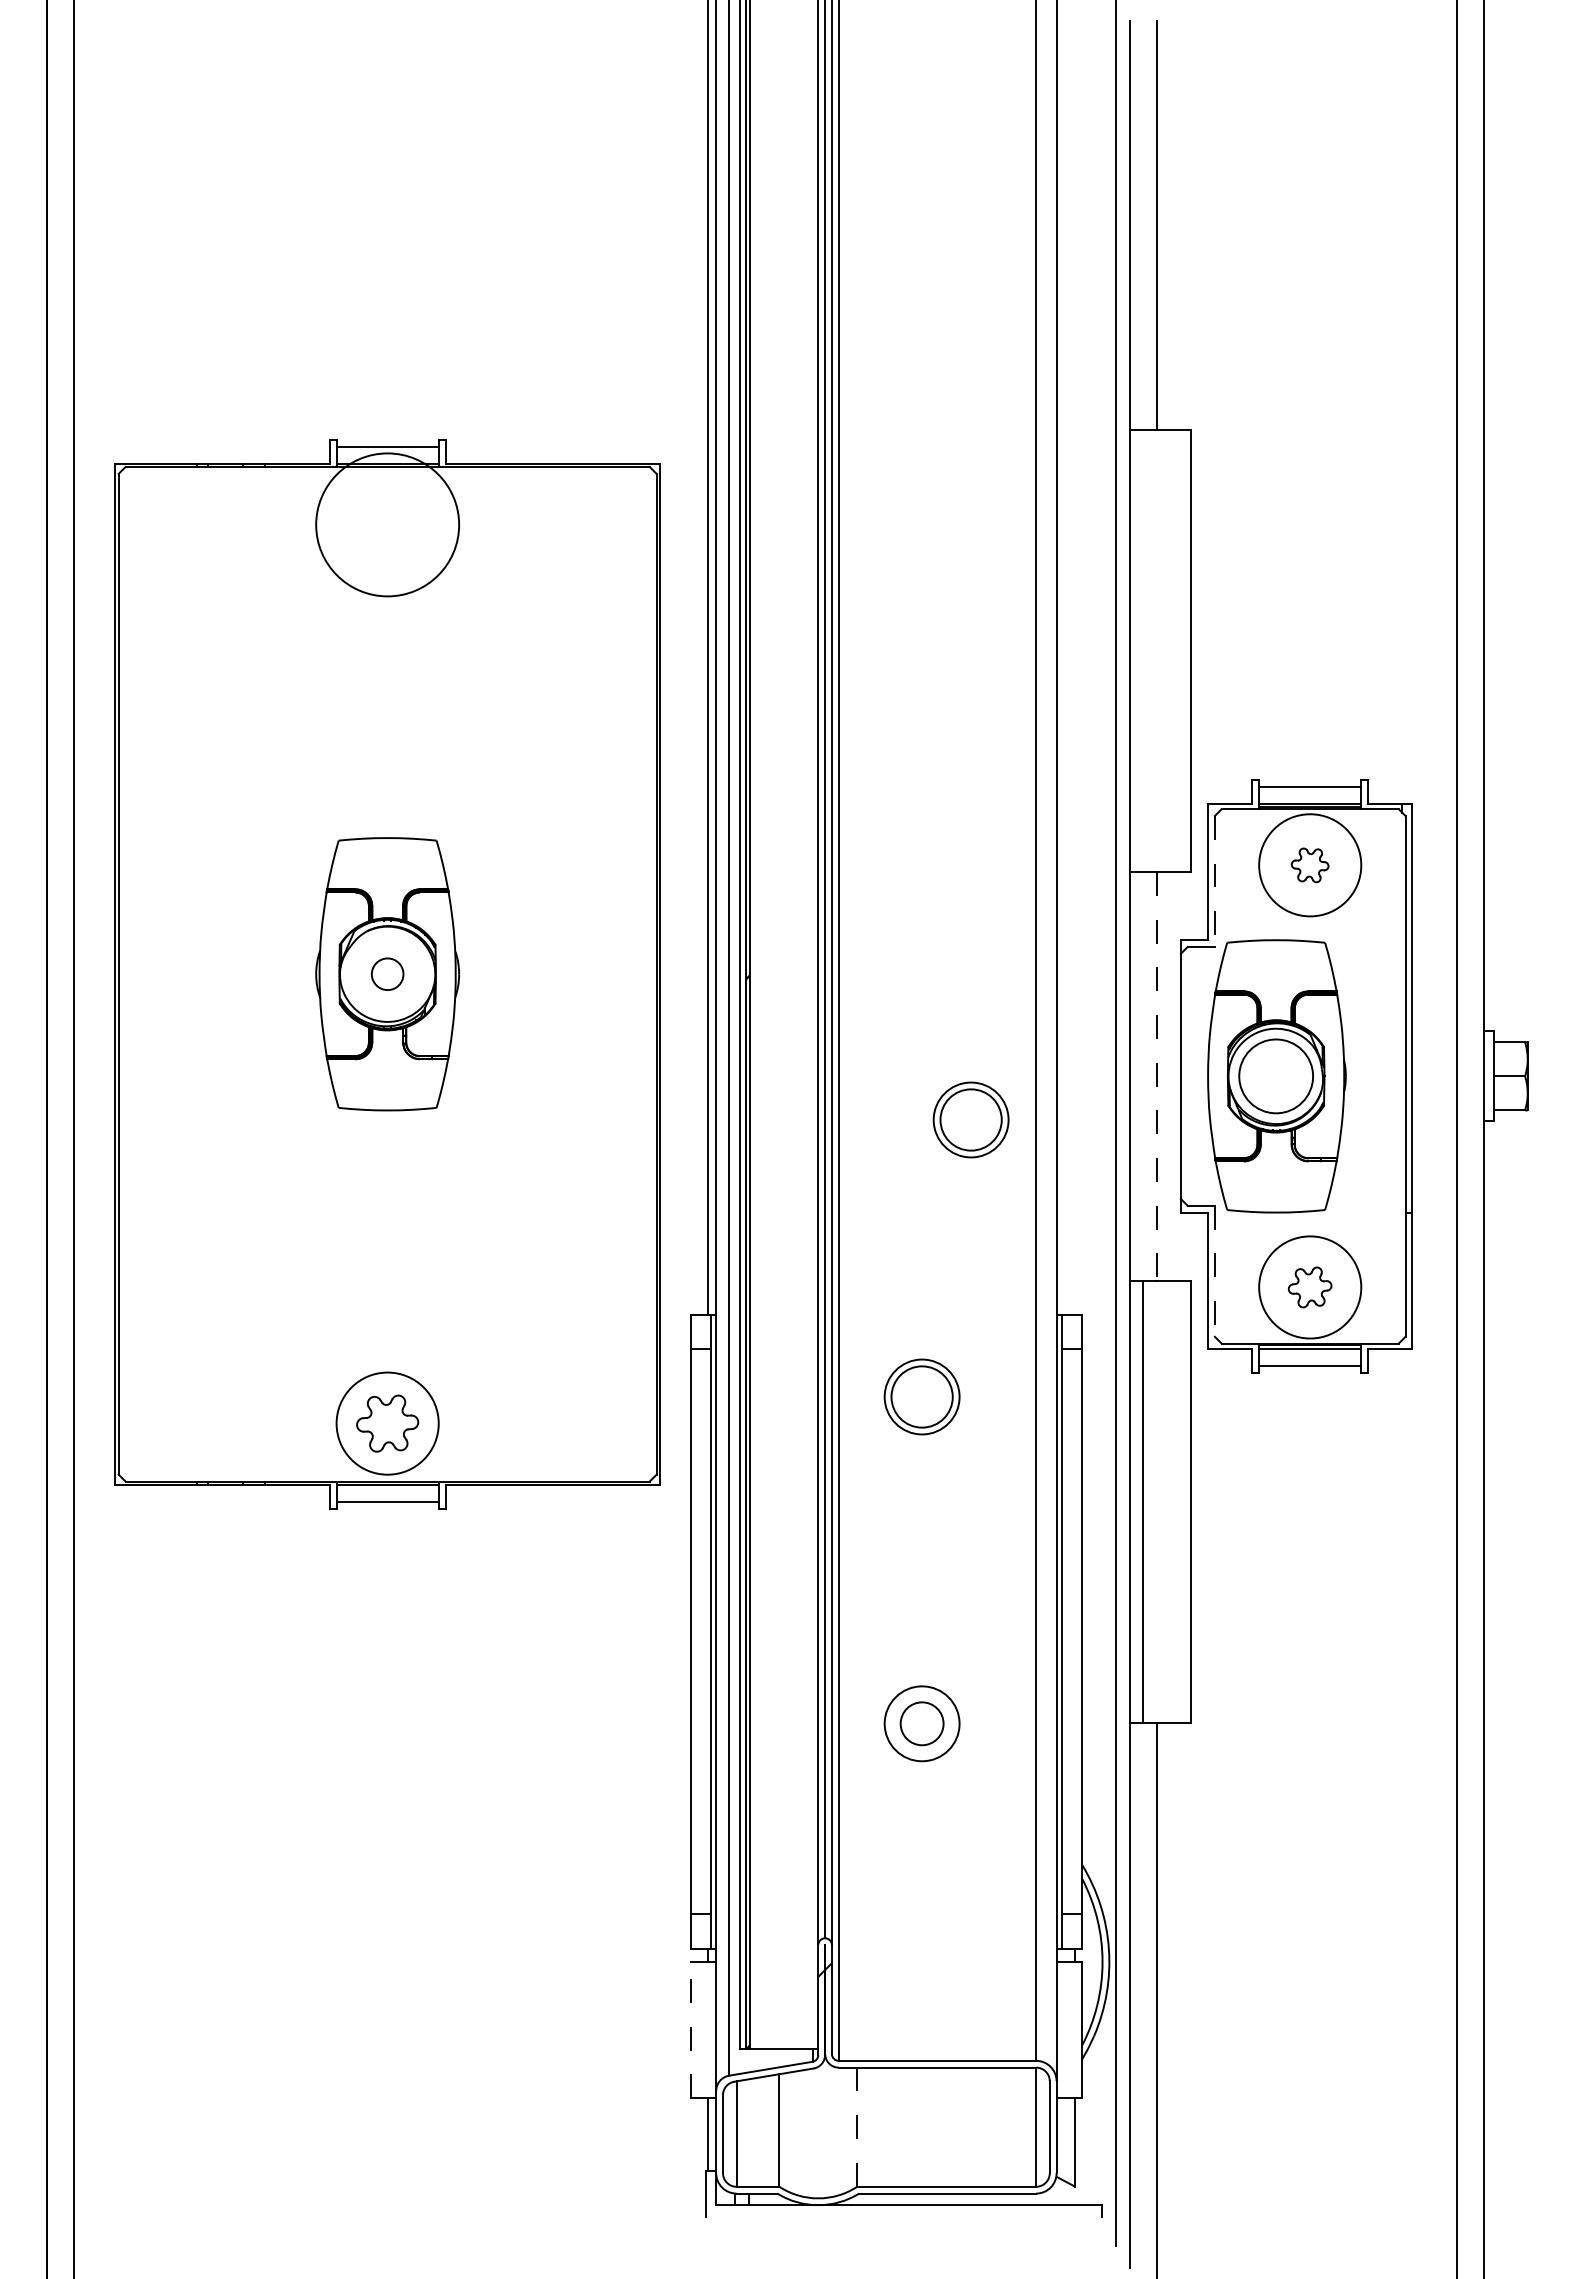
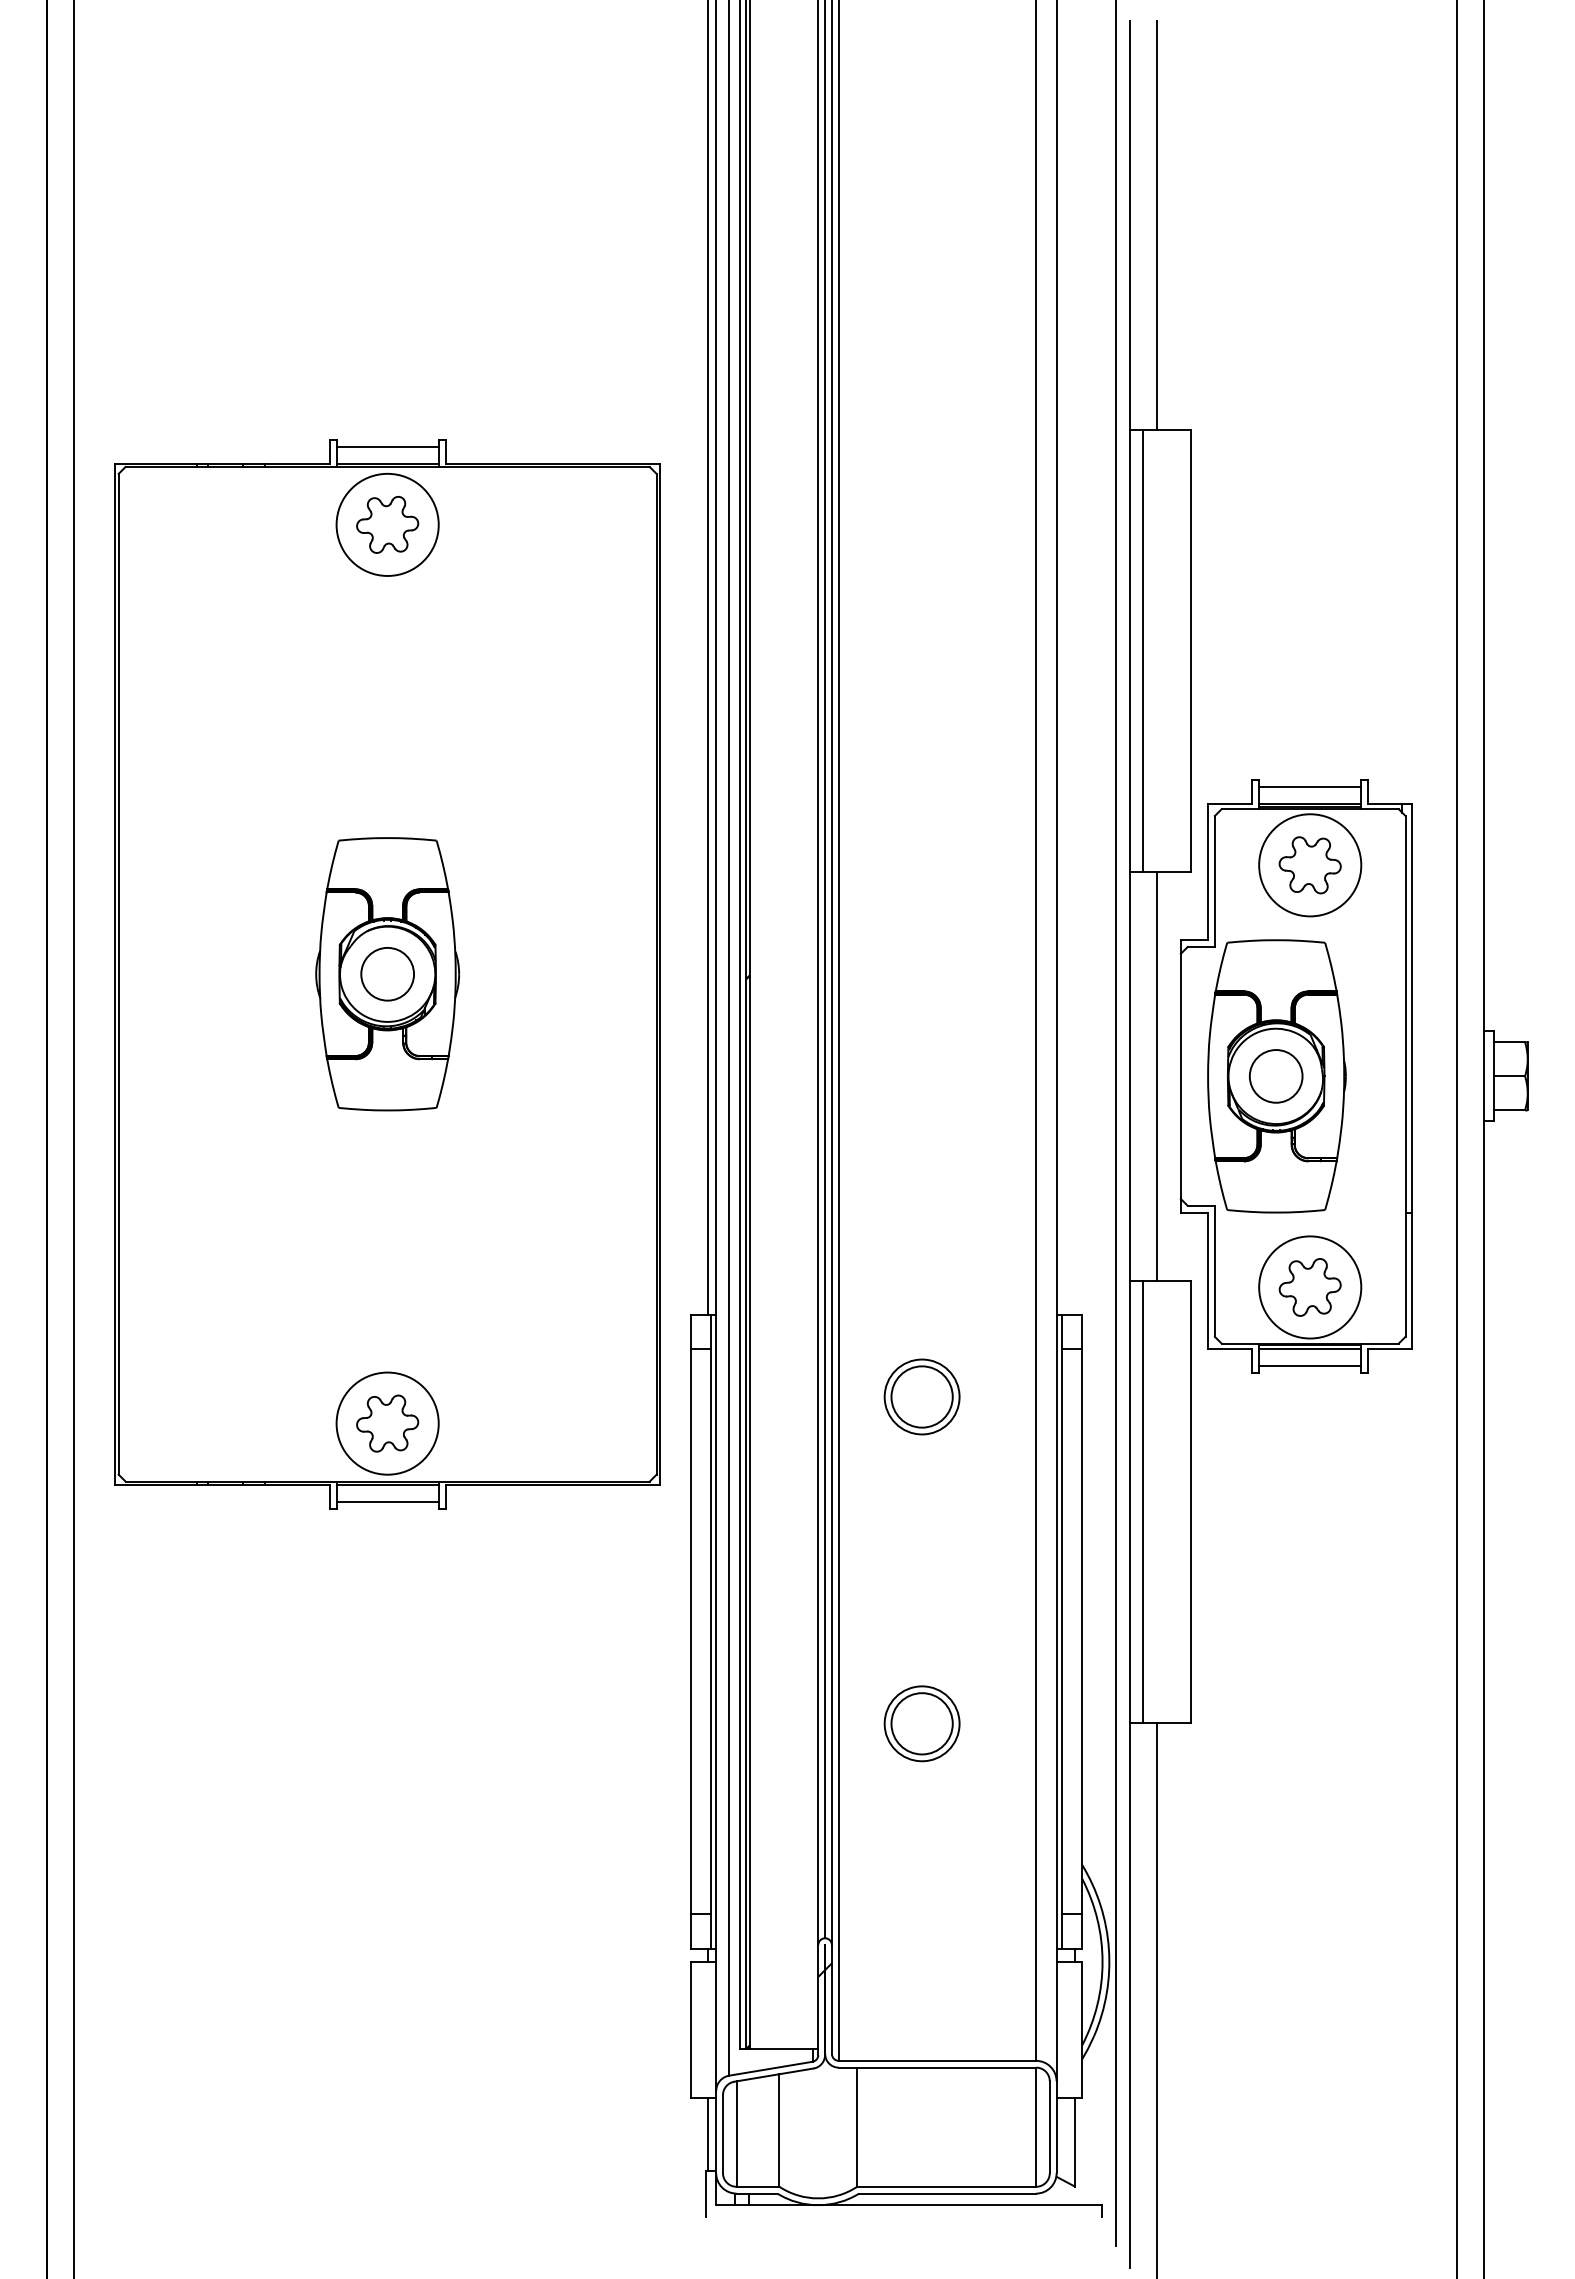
circle at (387, 524) diameter: 143 px -> 102 px
part at (387, 524): none -> present
line at (1143, 650): none -> present
part at (1309, 865) size: 40x37 px -> 64x59 px
line at (1214, 881): dashed -> solid
circle at (387, 974) diameter: 32 px -> 53 px
line at (1157, 1076): dashed -> solid
circle at (1276, 1076) diameter: 74 px -> 53 px
part at (970, 1119): present -> none
line at (1214, 1271): dashed -> solid
part at (1309, 1287) size: 46x43 px -> 64x59 px
circle at (921, 1723) diameter: 43 px -> 61 px
line at (690, 2029): dashed -> solid
line at (857, 2127): dashed -> solid
